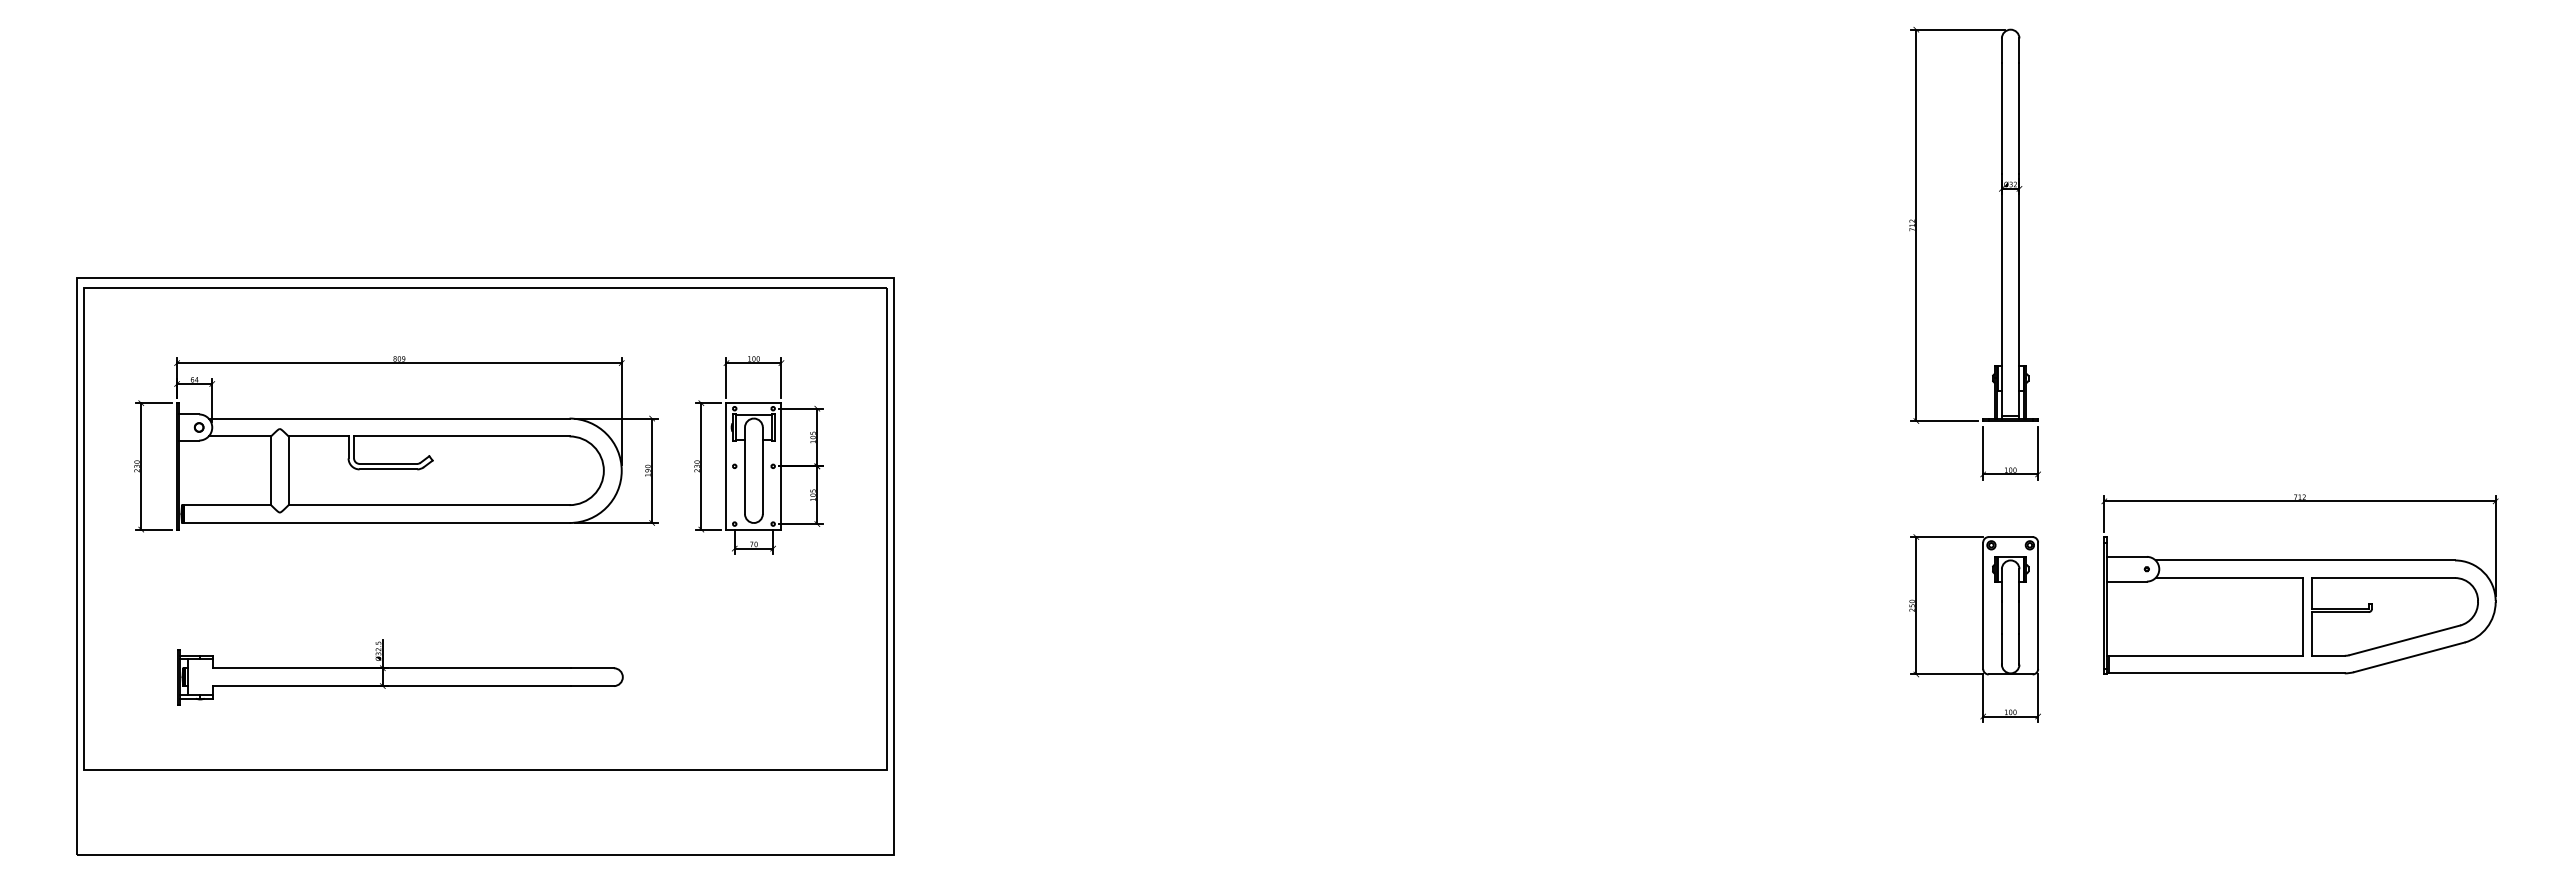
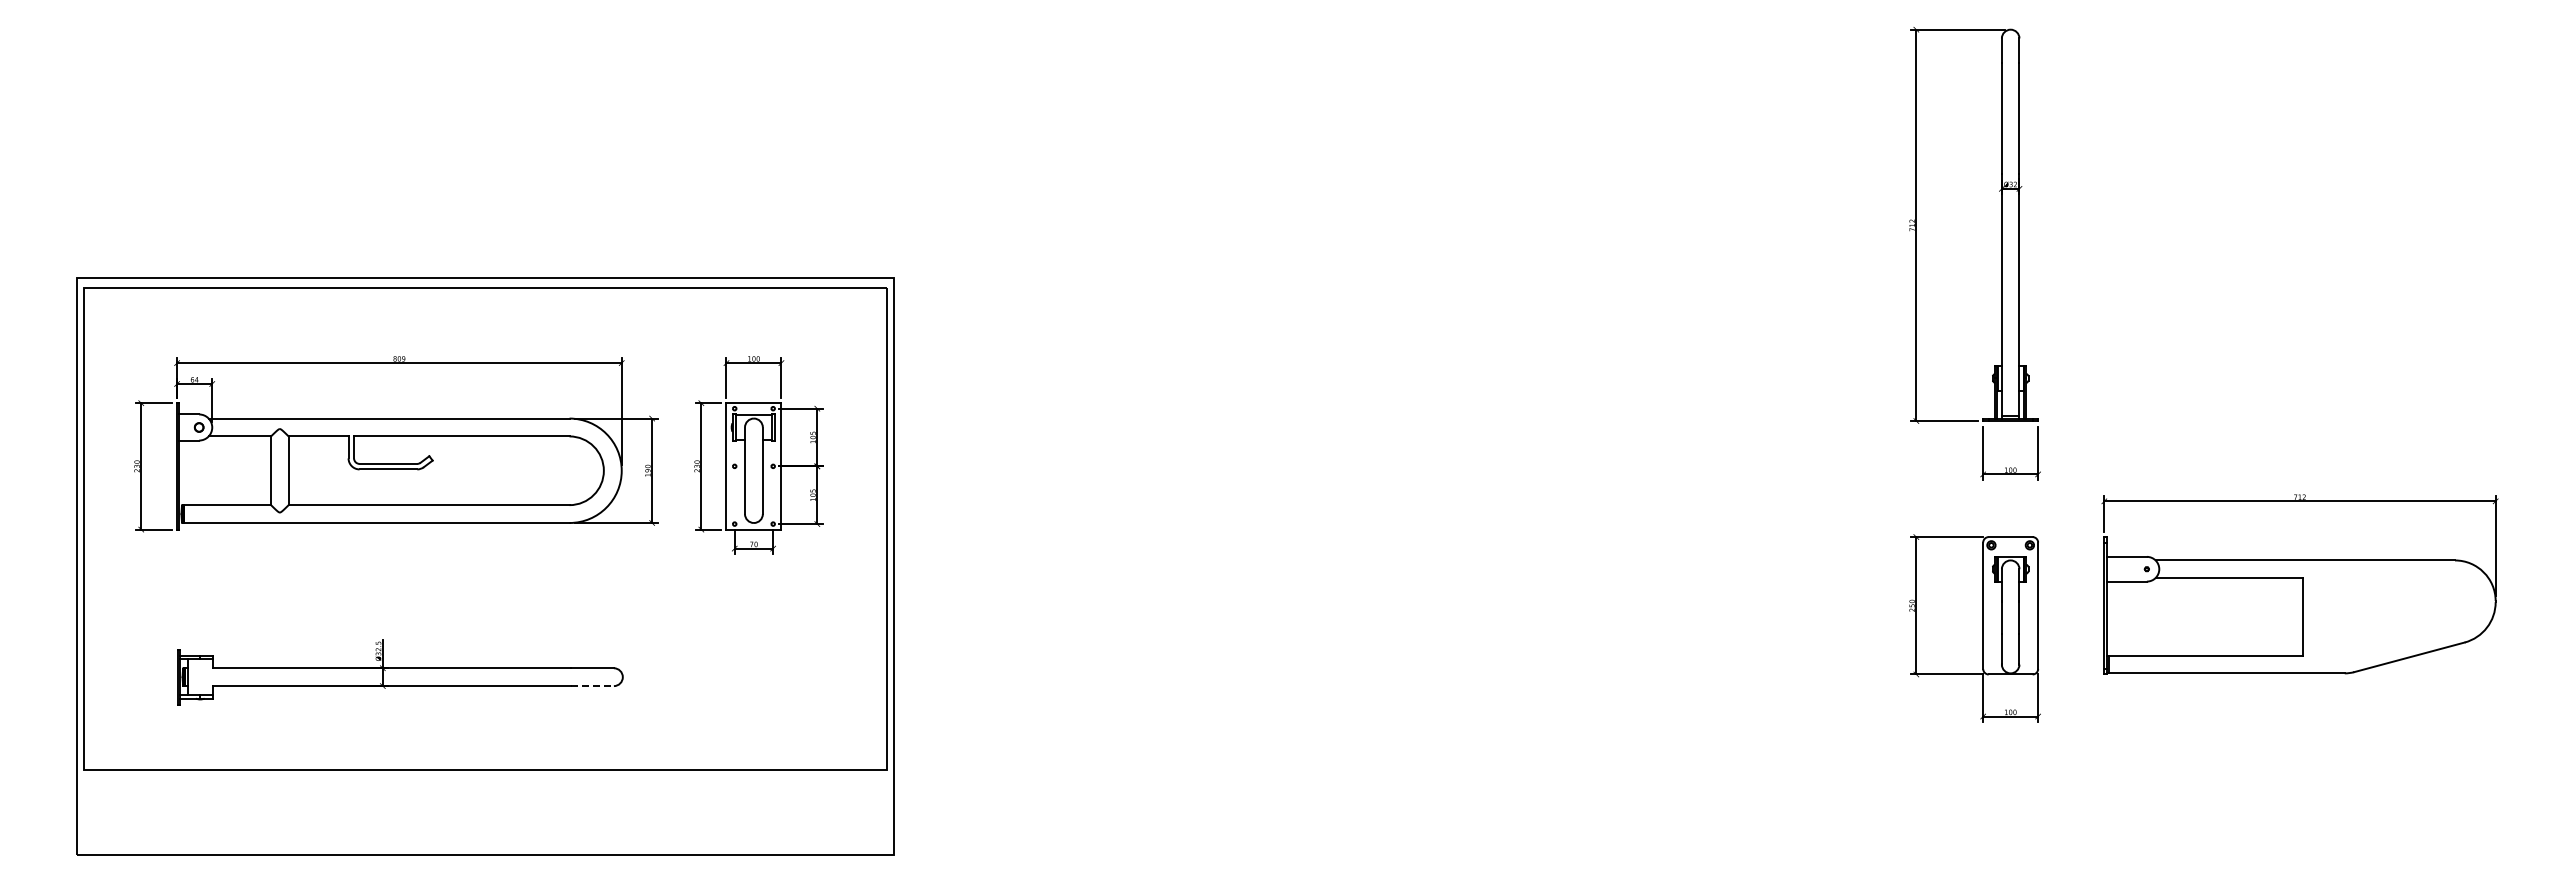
part at (2394, 616): present -> none
line at (592, 686): solid -> dashed
